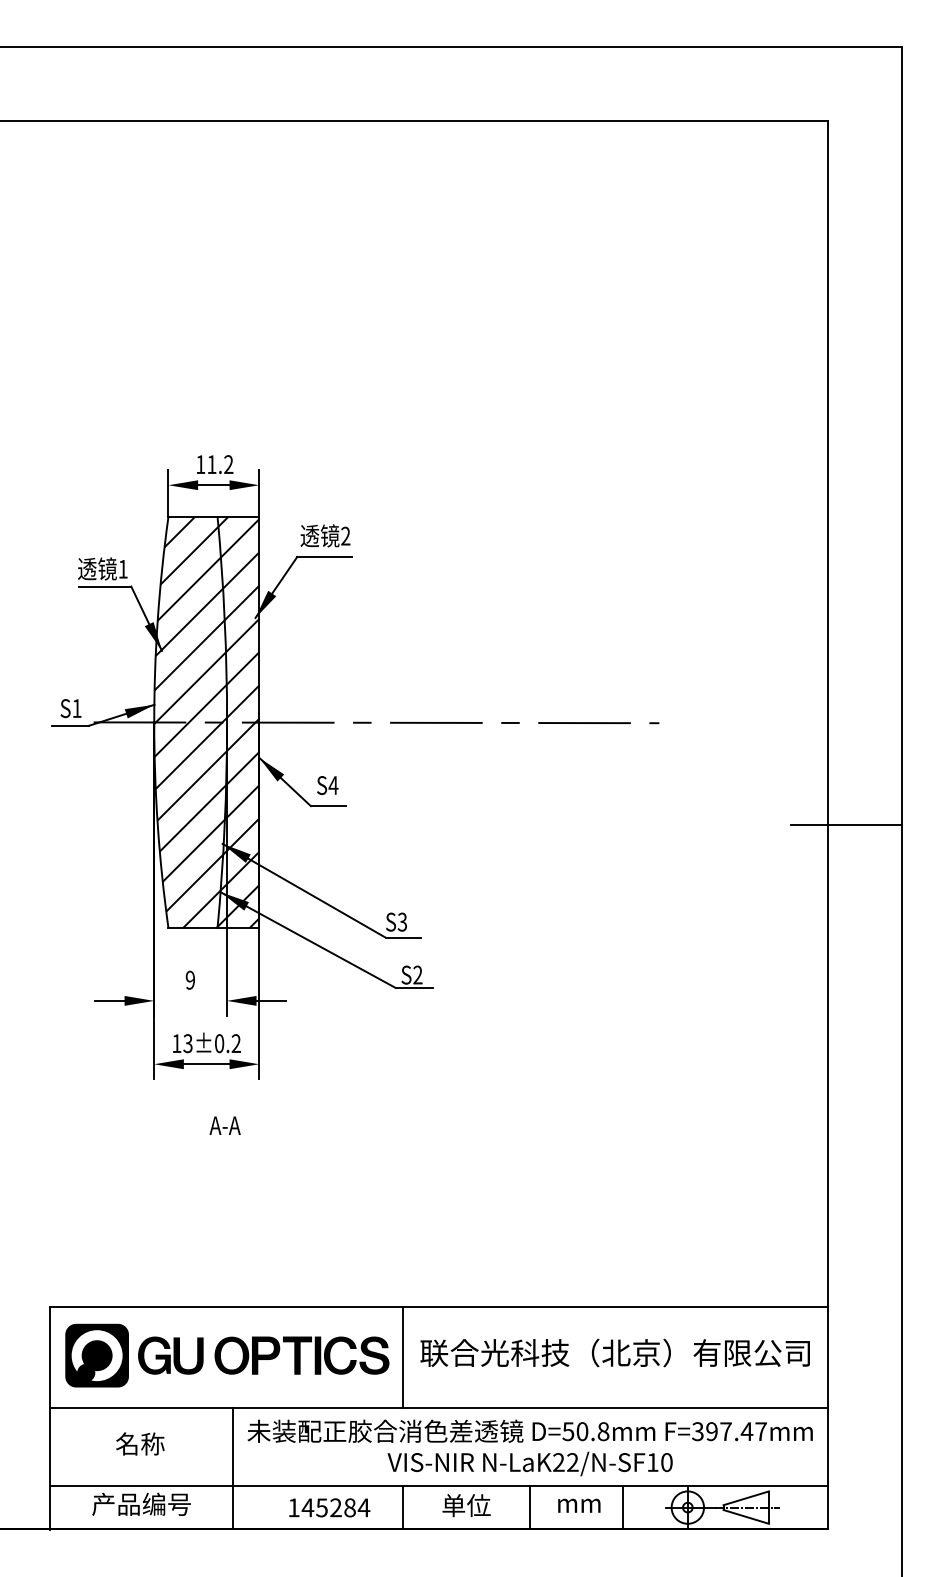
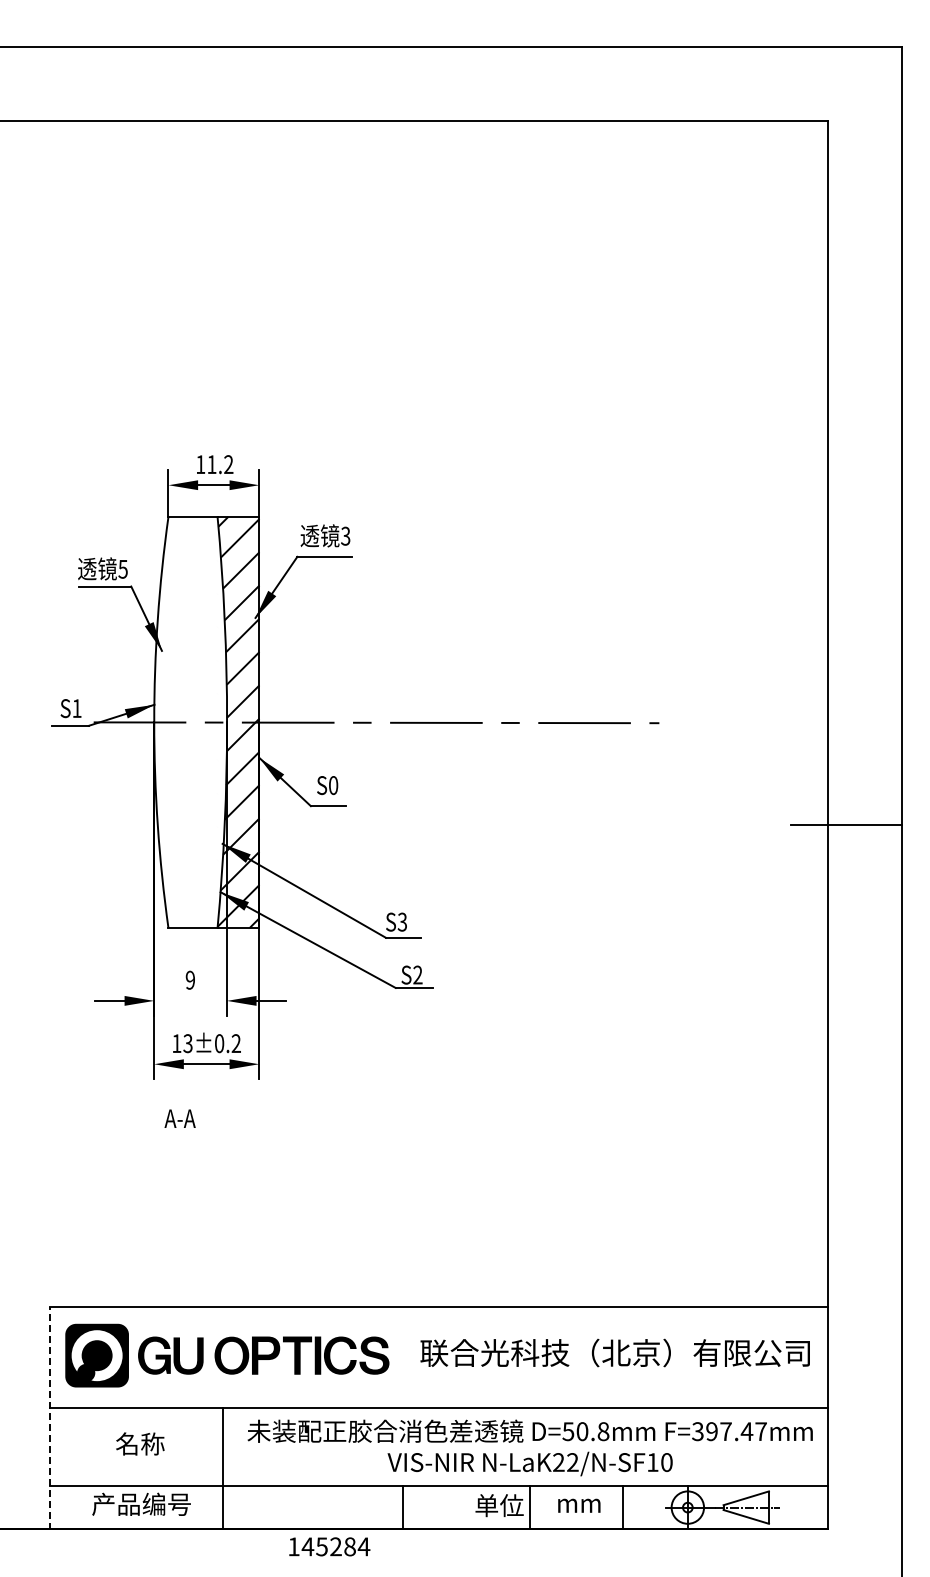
text at (345, 536): 2 -> 3
text at (122, 569): 1 -> 5
hatch at (190, 722): present -> none
text at (333, 785): S4 -> S0
text at (224, 1125) position: (224, 1125) -> (179, 1118)
line at (402, 1356): present -> none
line at (49, 1418): solid -> dashed
line at (233, 1468) position: (233, 1468) -> (223, 1468)
text at (466, 1505) position: (466, 1505) -> (499, 1505)
text at (329, 1507) position: (329, 1507) -> (329, 1546)
